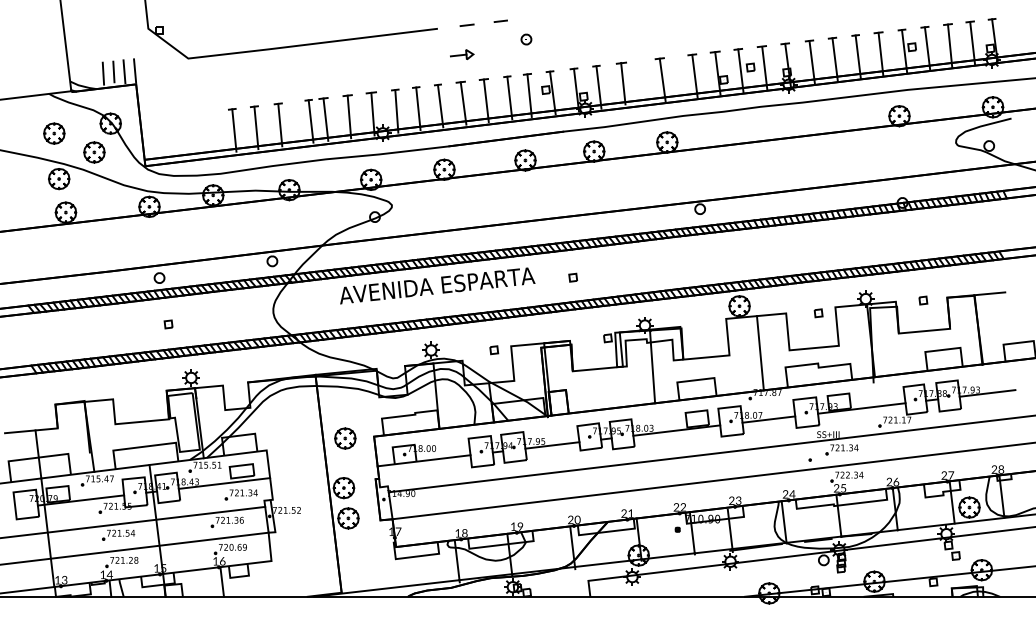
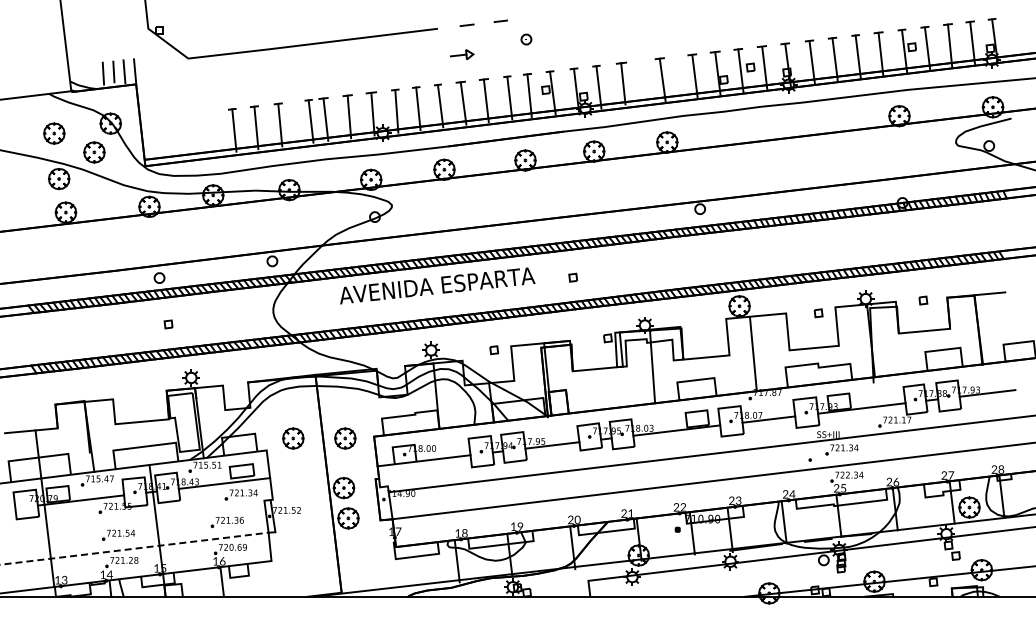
line at (759, 353) position: (759, 353) -> (752, 354)
part at (293, 438): none -> present
line at (133, 521): present -> none
line at (134, 548): solid -> dashed
